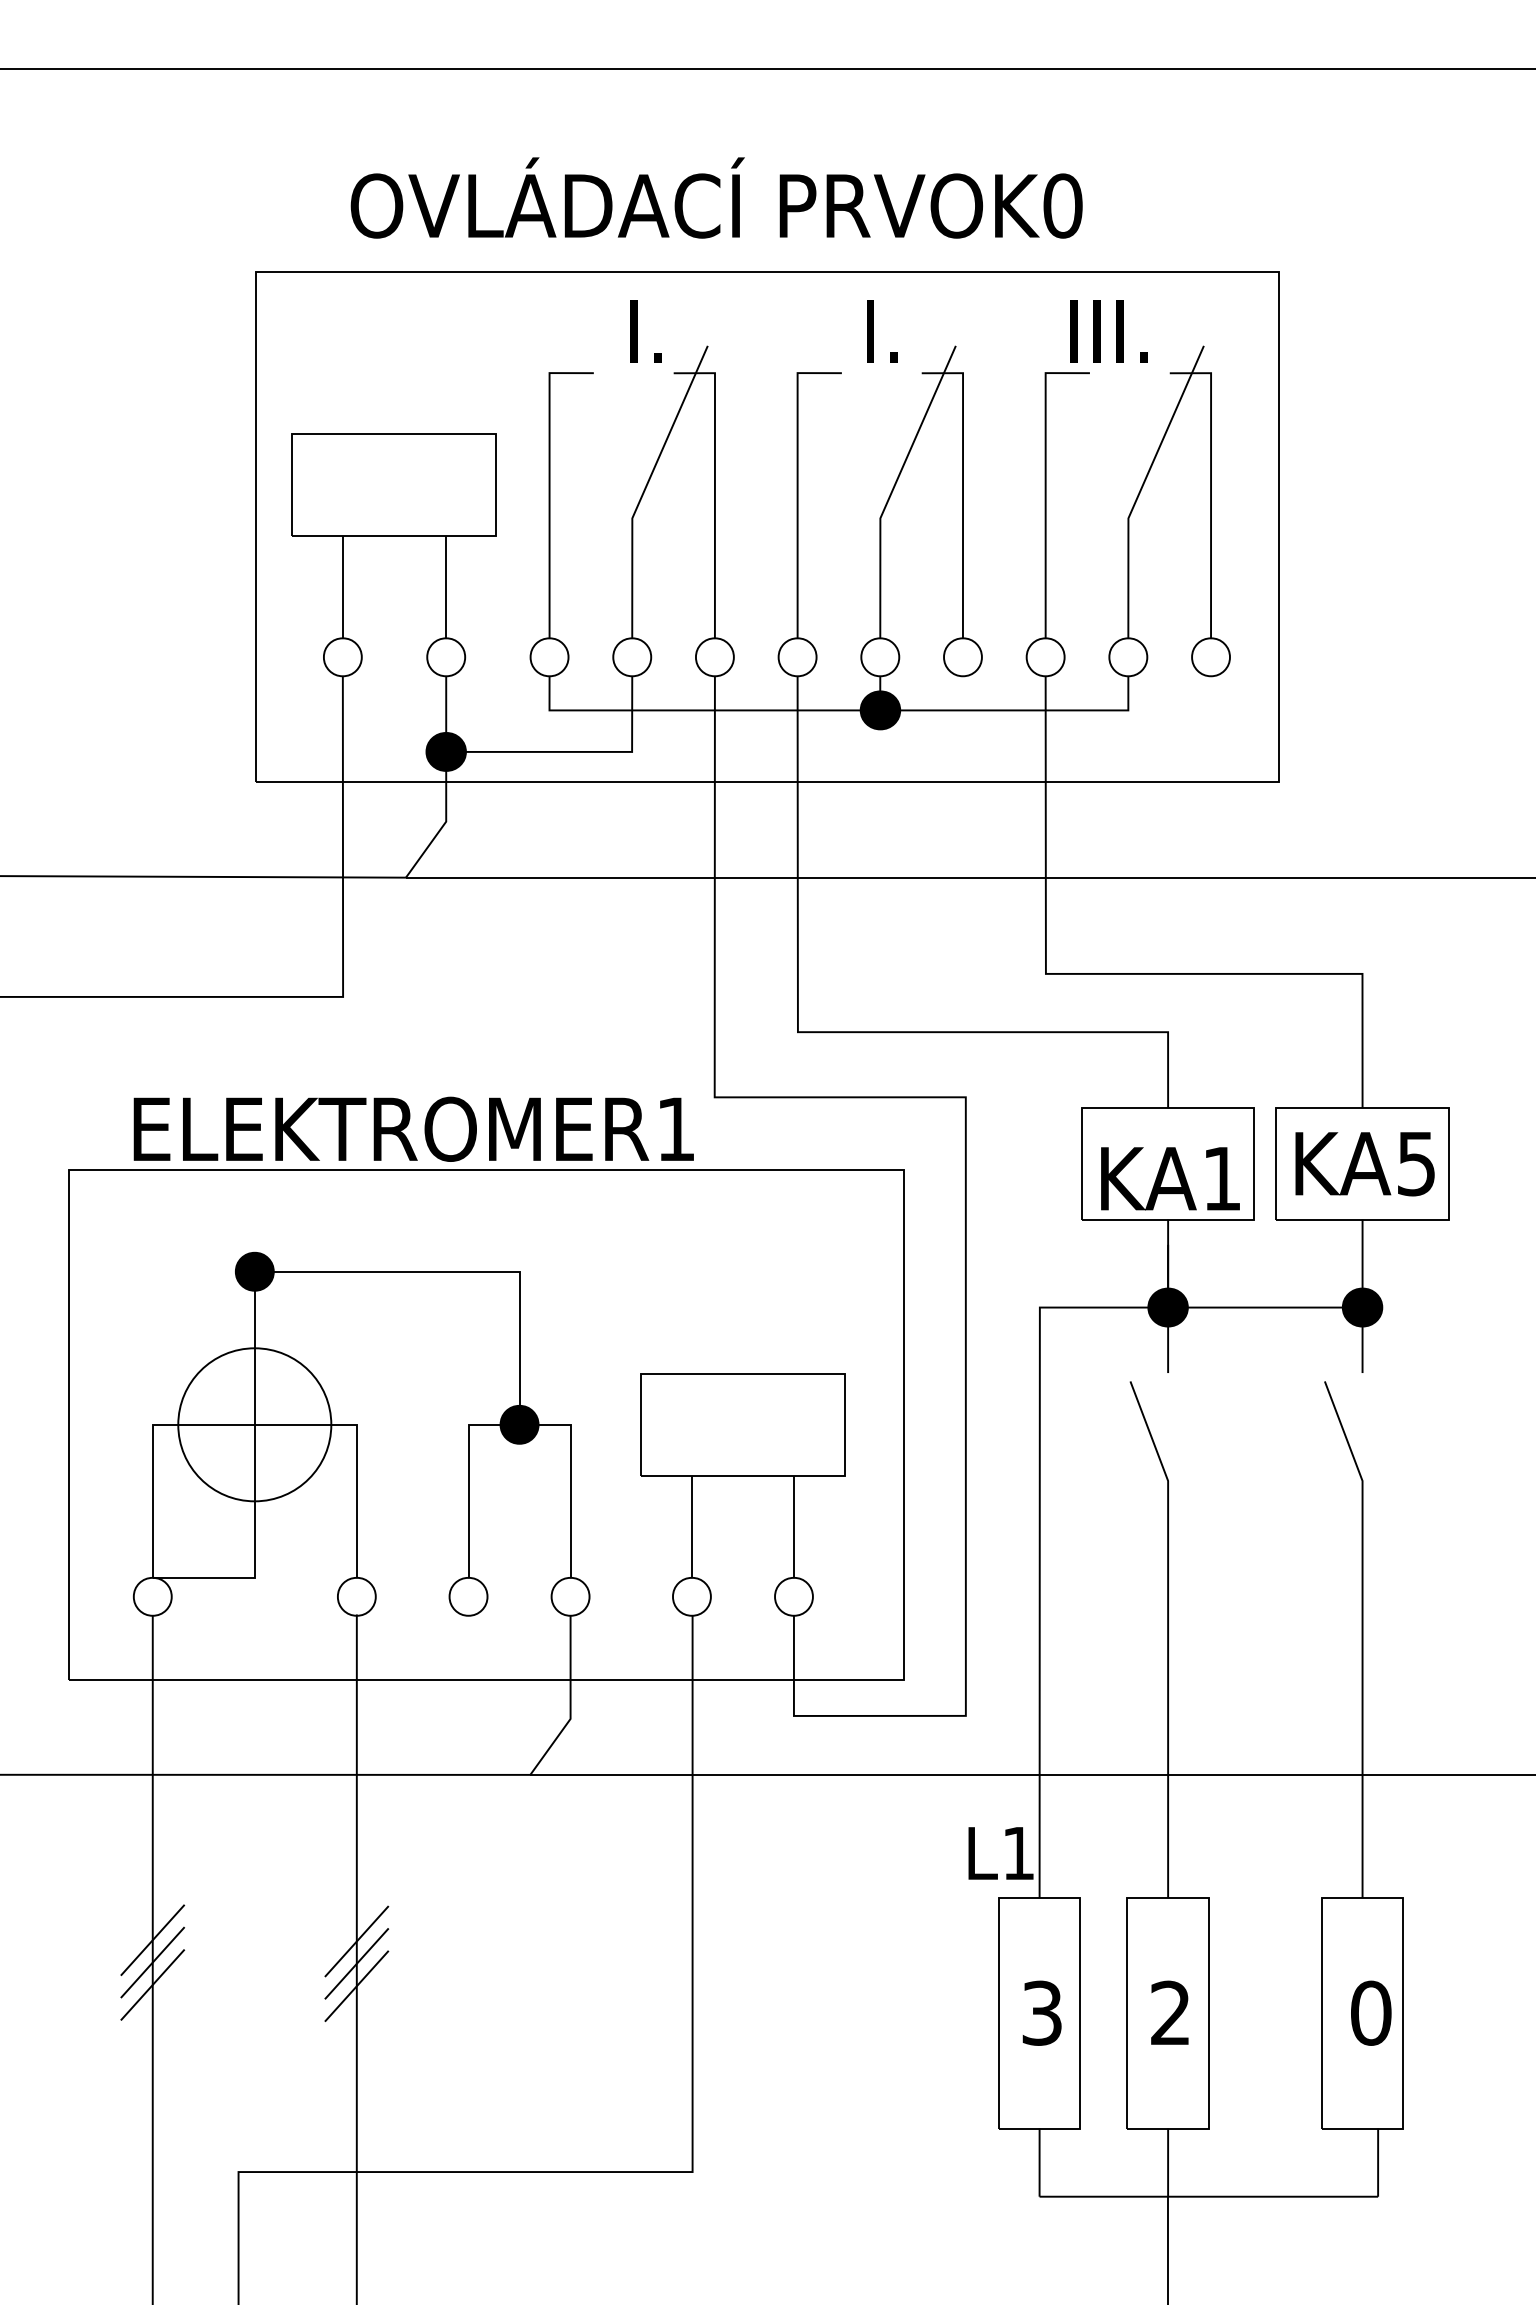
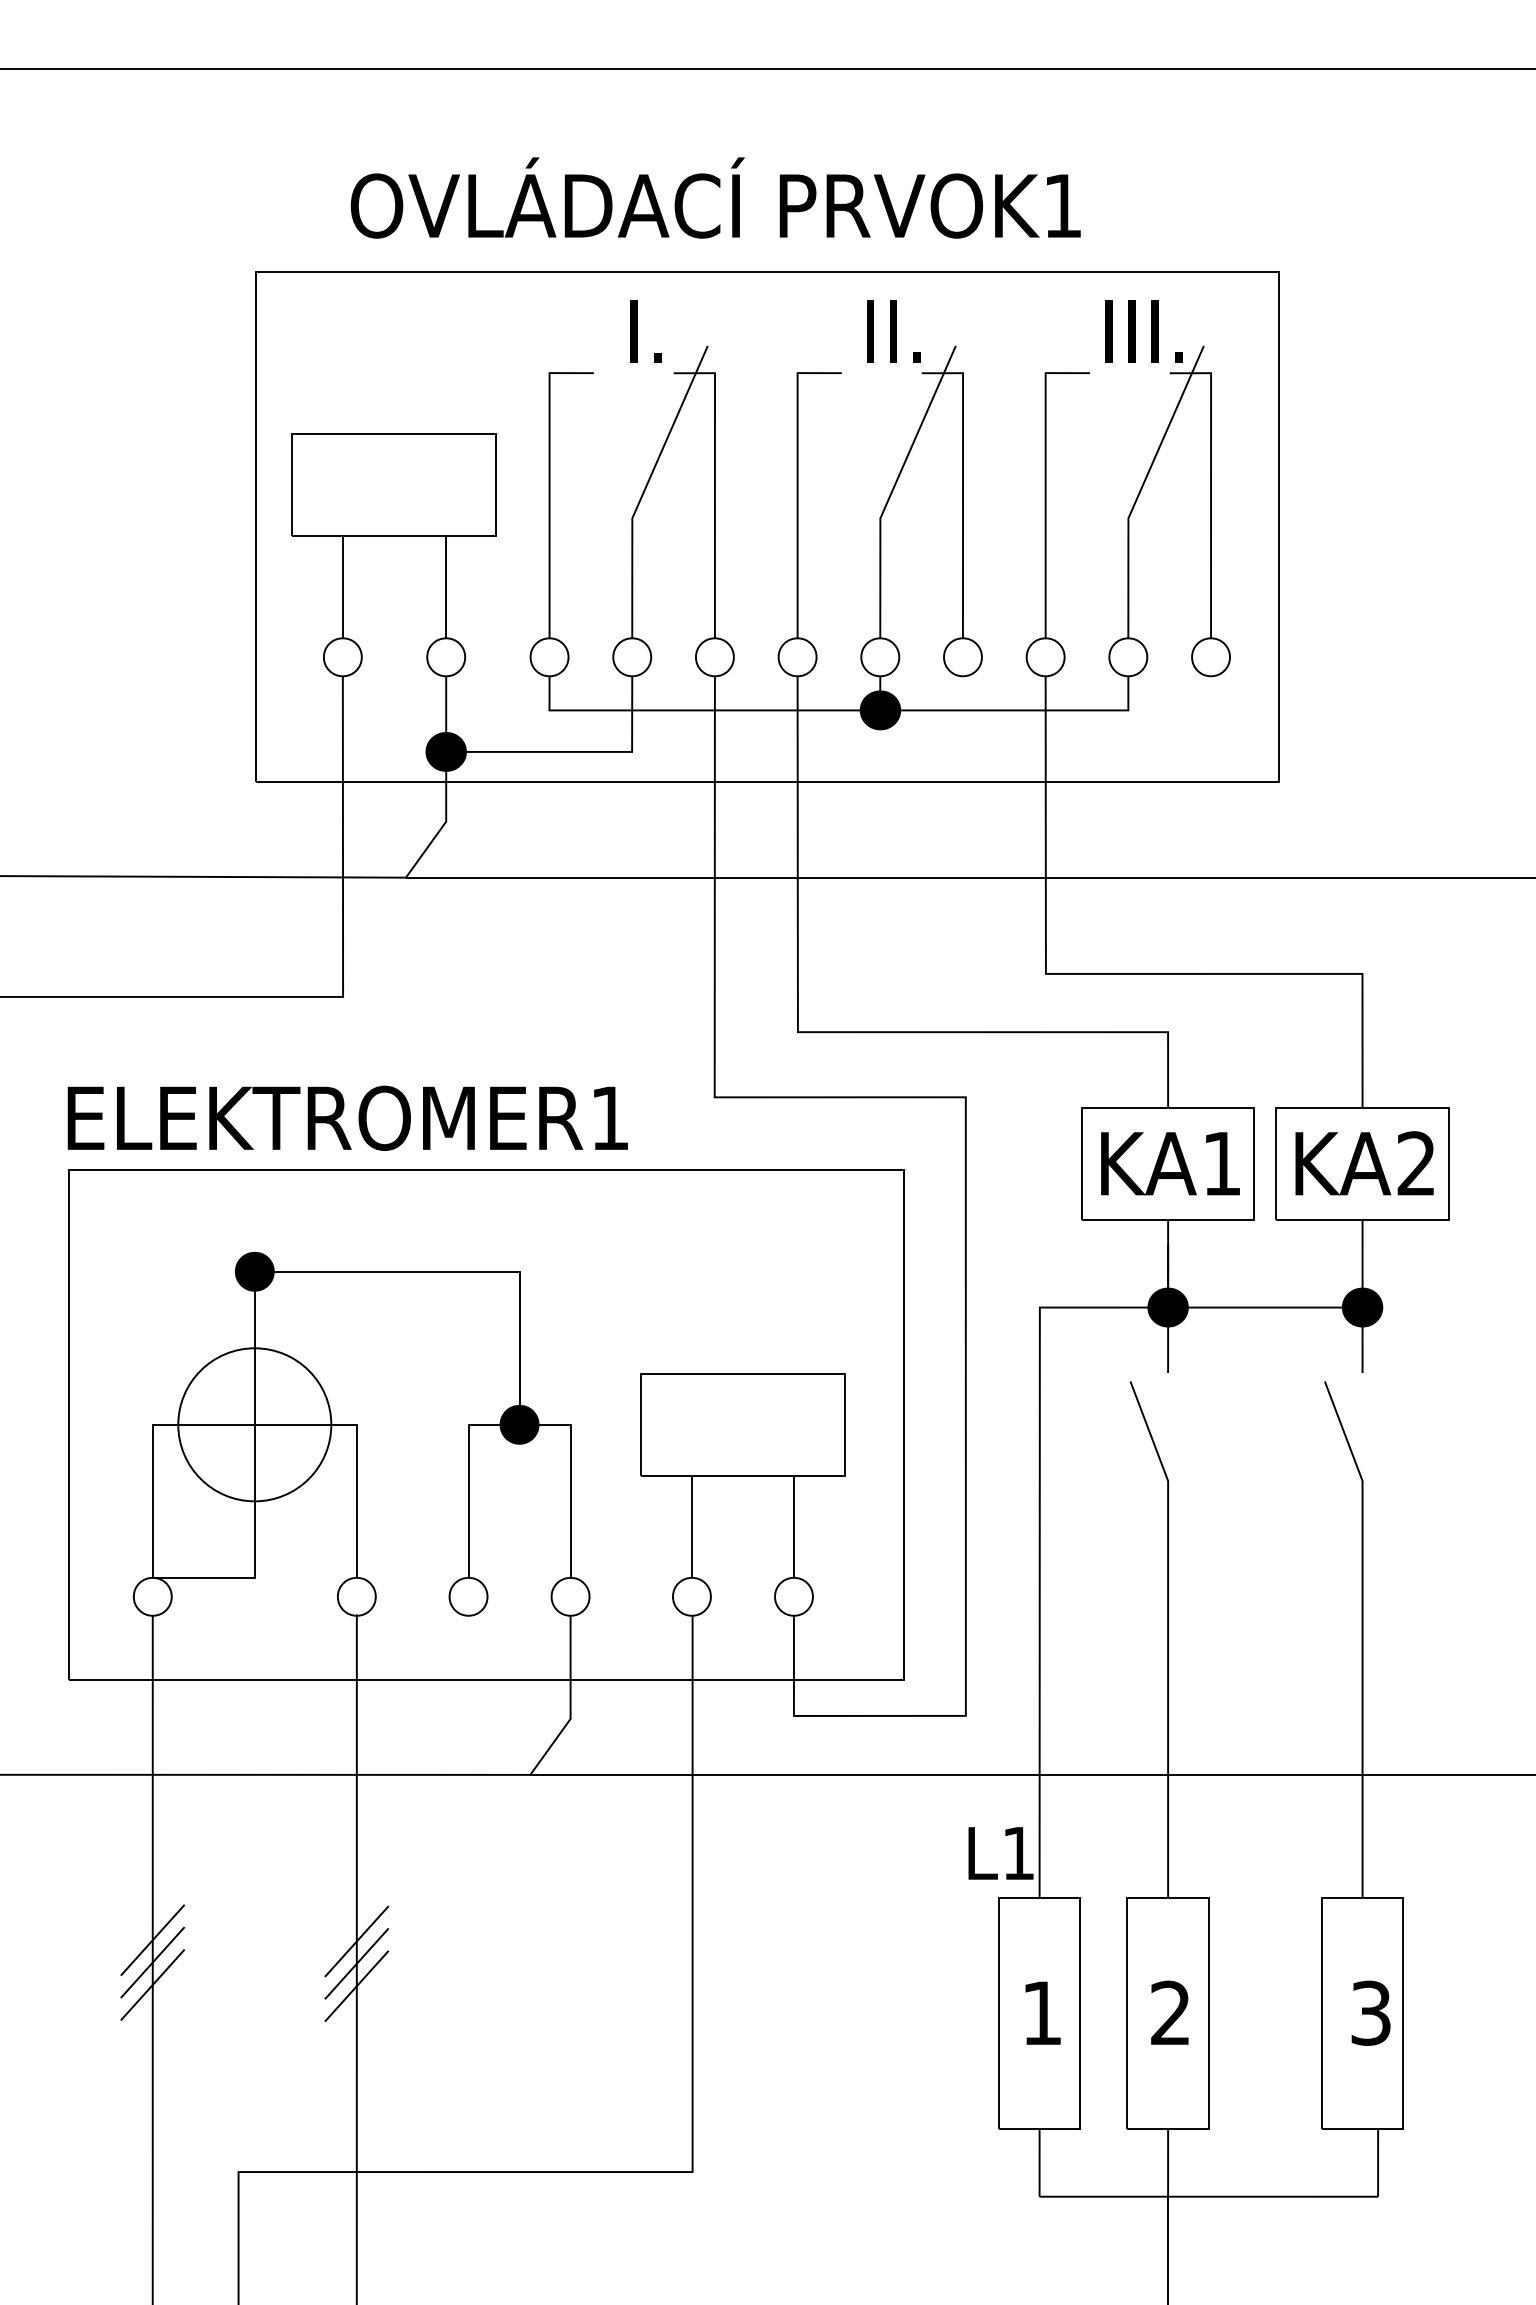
text at (1062, 205): PRVOK0 -> PRVOK1
text at (905, 331): I. -> II.
text at (1108, 331) position: (1108, 331) -> (1143, 331)
text at (413, 1128) position: (413, 1128) -> (347, 1117)
text at (1415, 1163): KA5 -> KA2
text at (1170, 1178) position: (1170, 1178) -> (1170, 1163)
text at (1041, 2012): 3 -> 1
text at (1371, 2012): 0 -> 3
